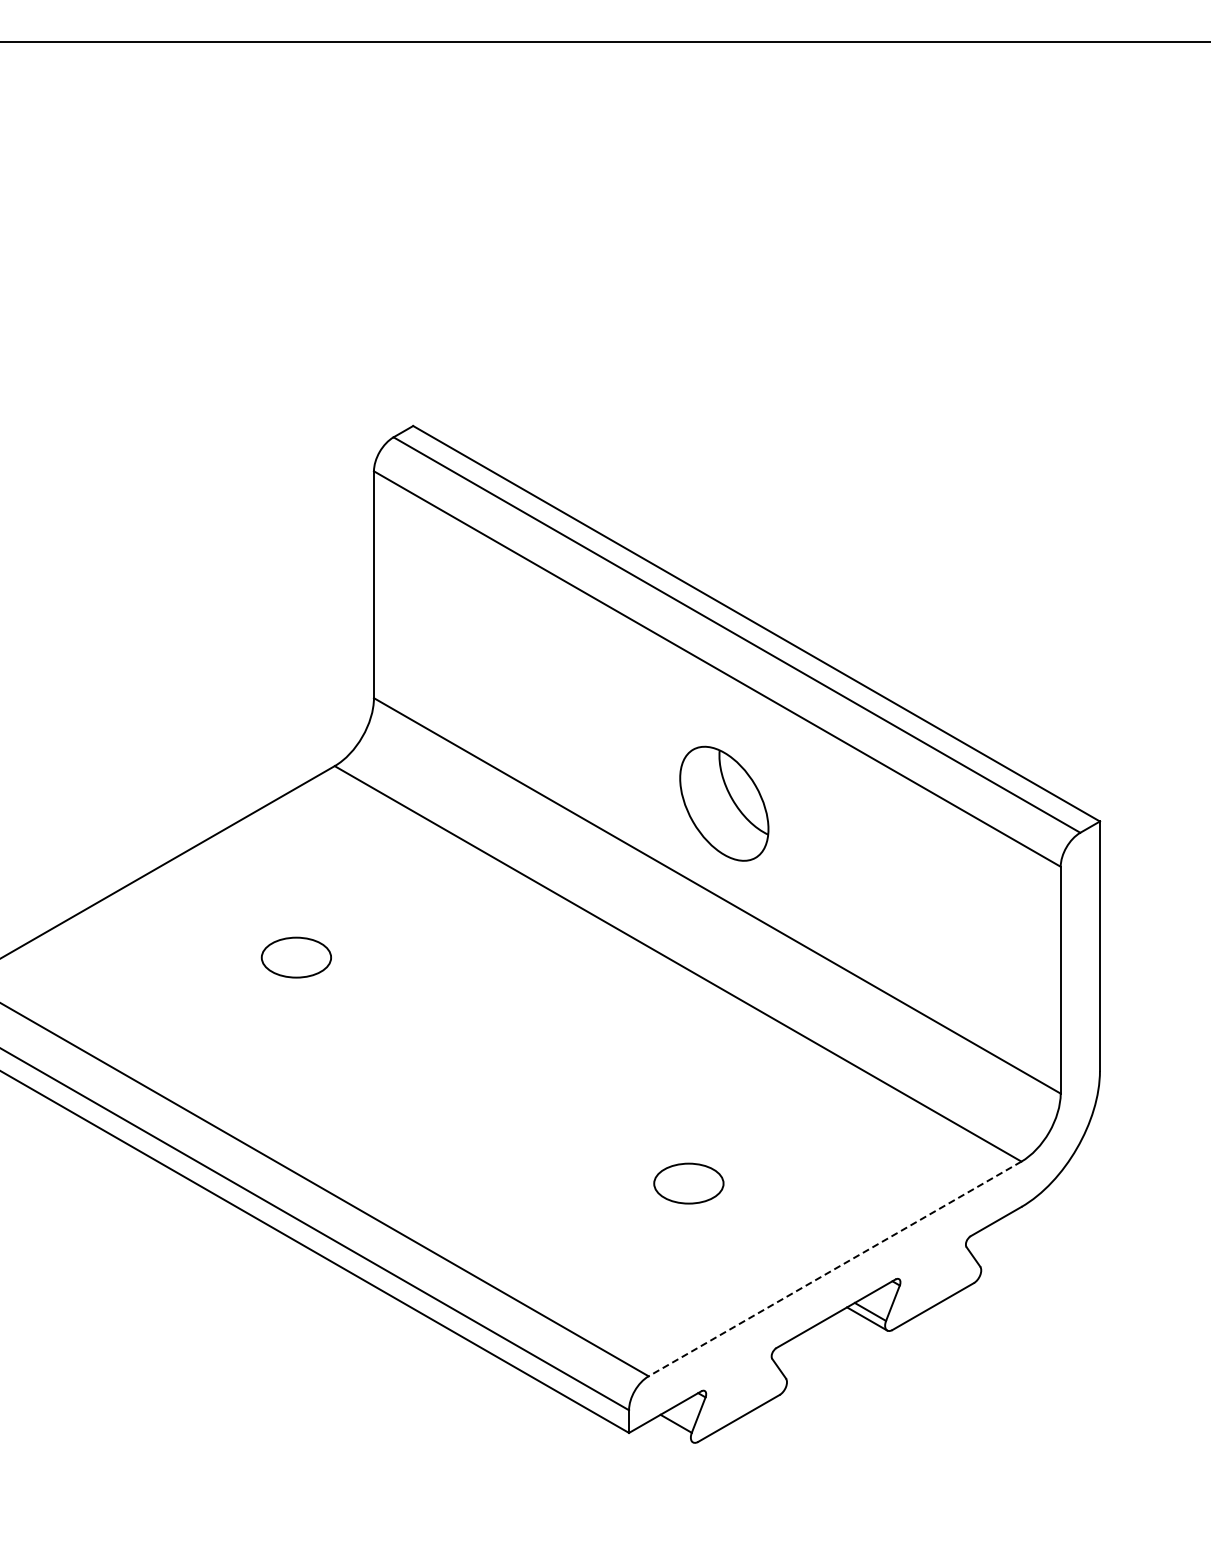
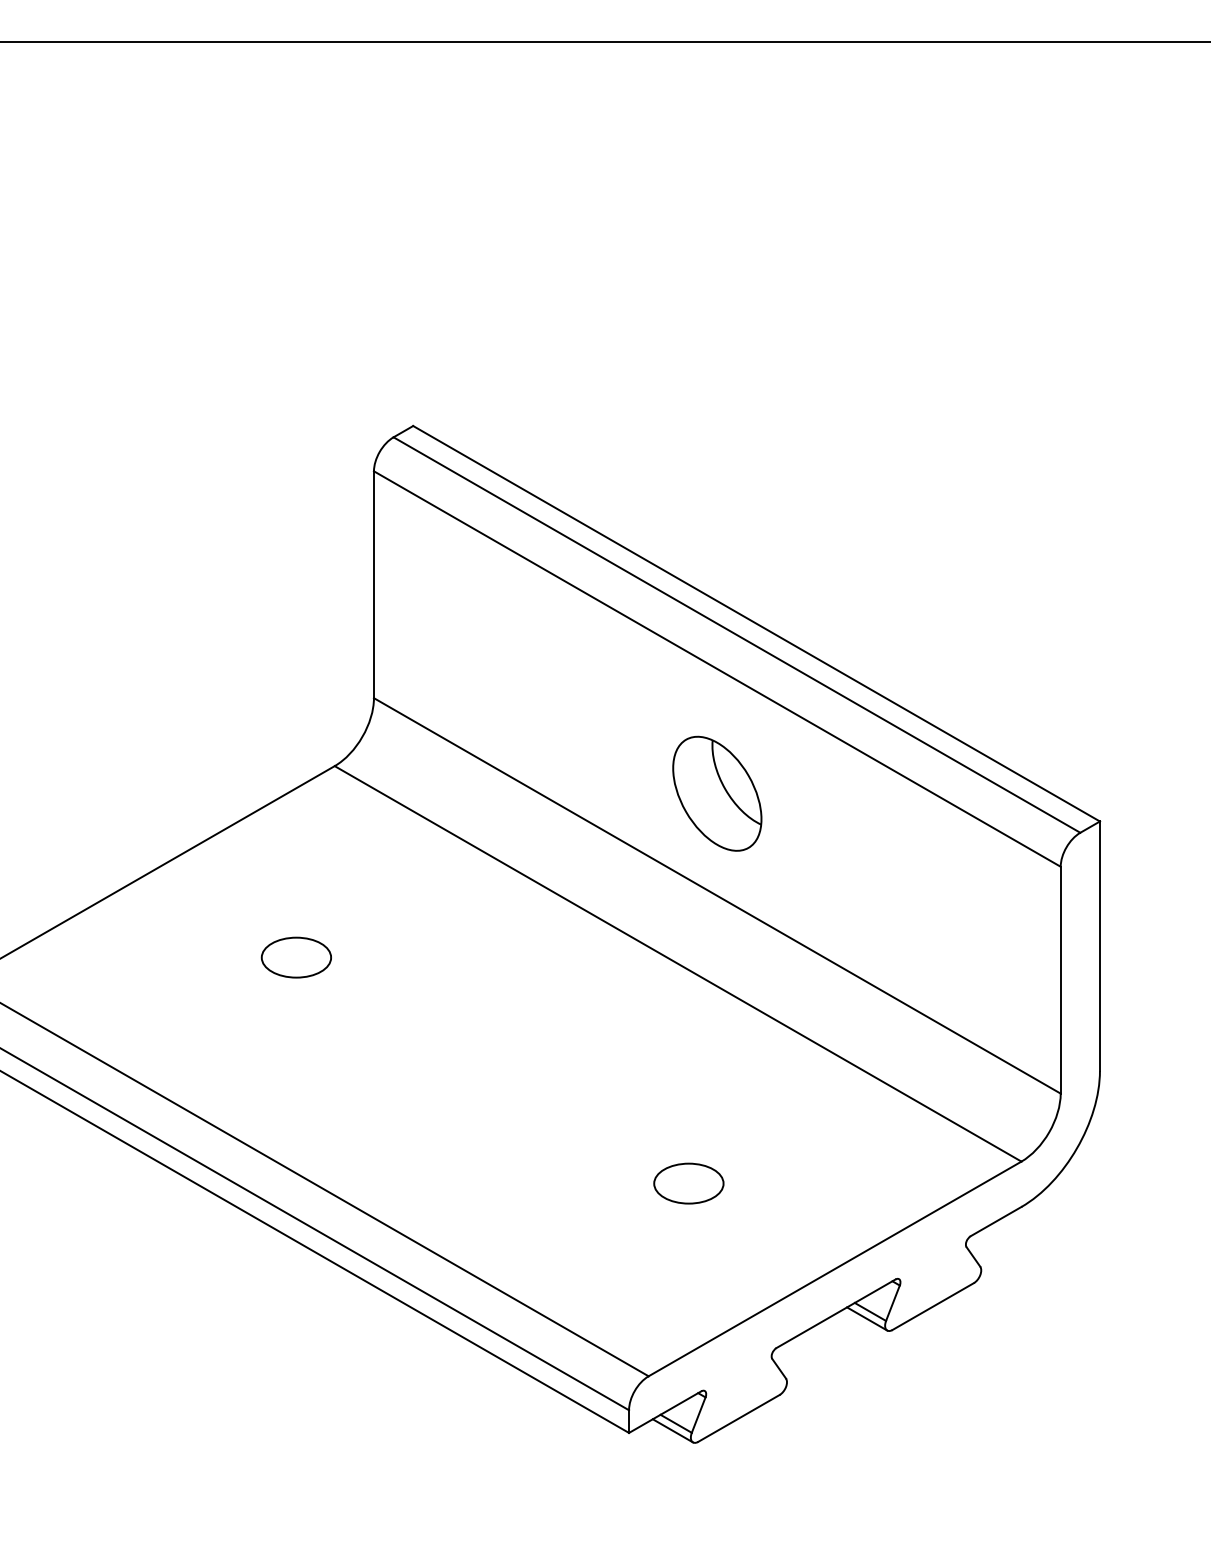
part at (724, 803) position: (724, 803) -> (717, 793)
line at (834, 1269): dashed -> solid
line at (672, 1430): none -> present
